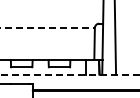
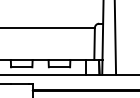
line at (47, 28): dashed -> solid
line at (70, 74): dashed -> solid
